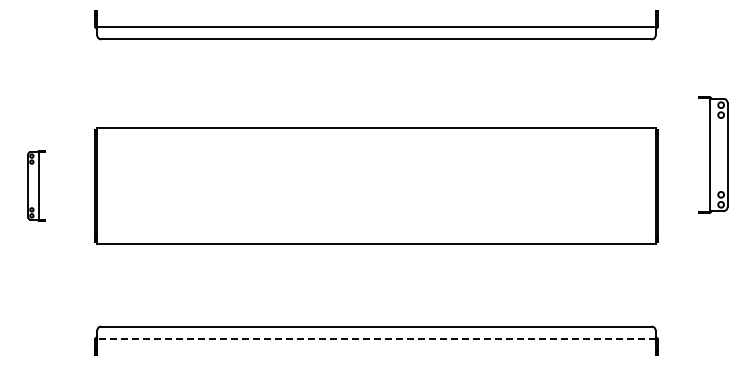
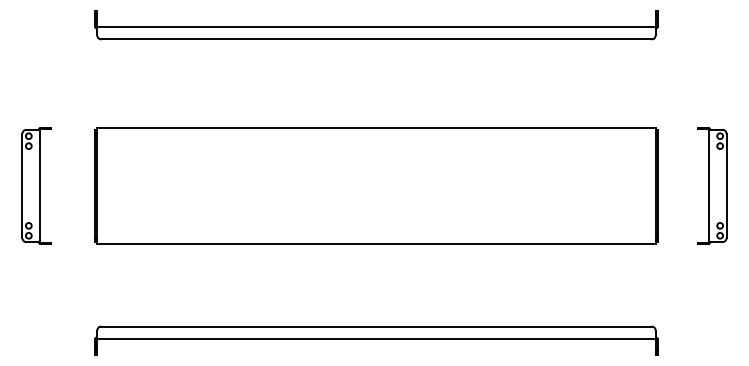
part at (713, 154) position: (713, 154) -> (712, 185)
part at (36, 185) size: 19x72 px -> 31x118 px
line at (375, 338): dashed -> solid
